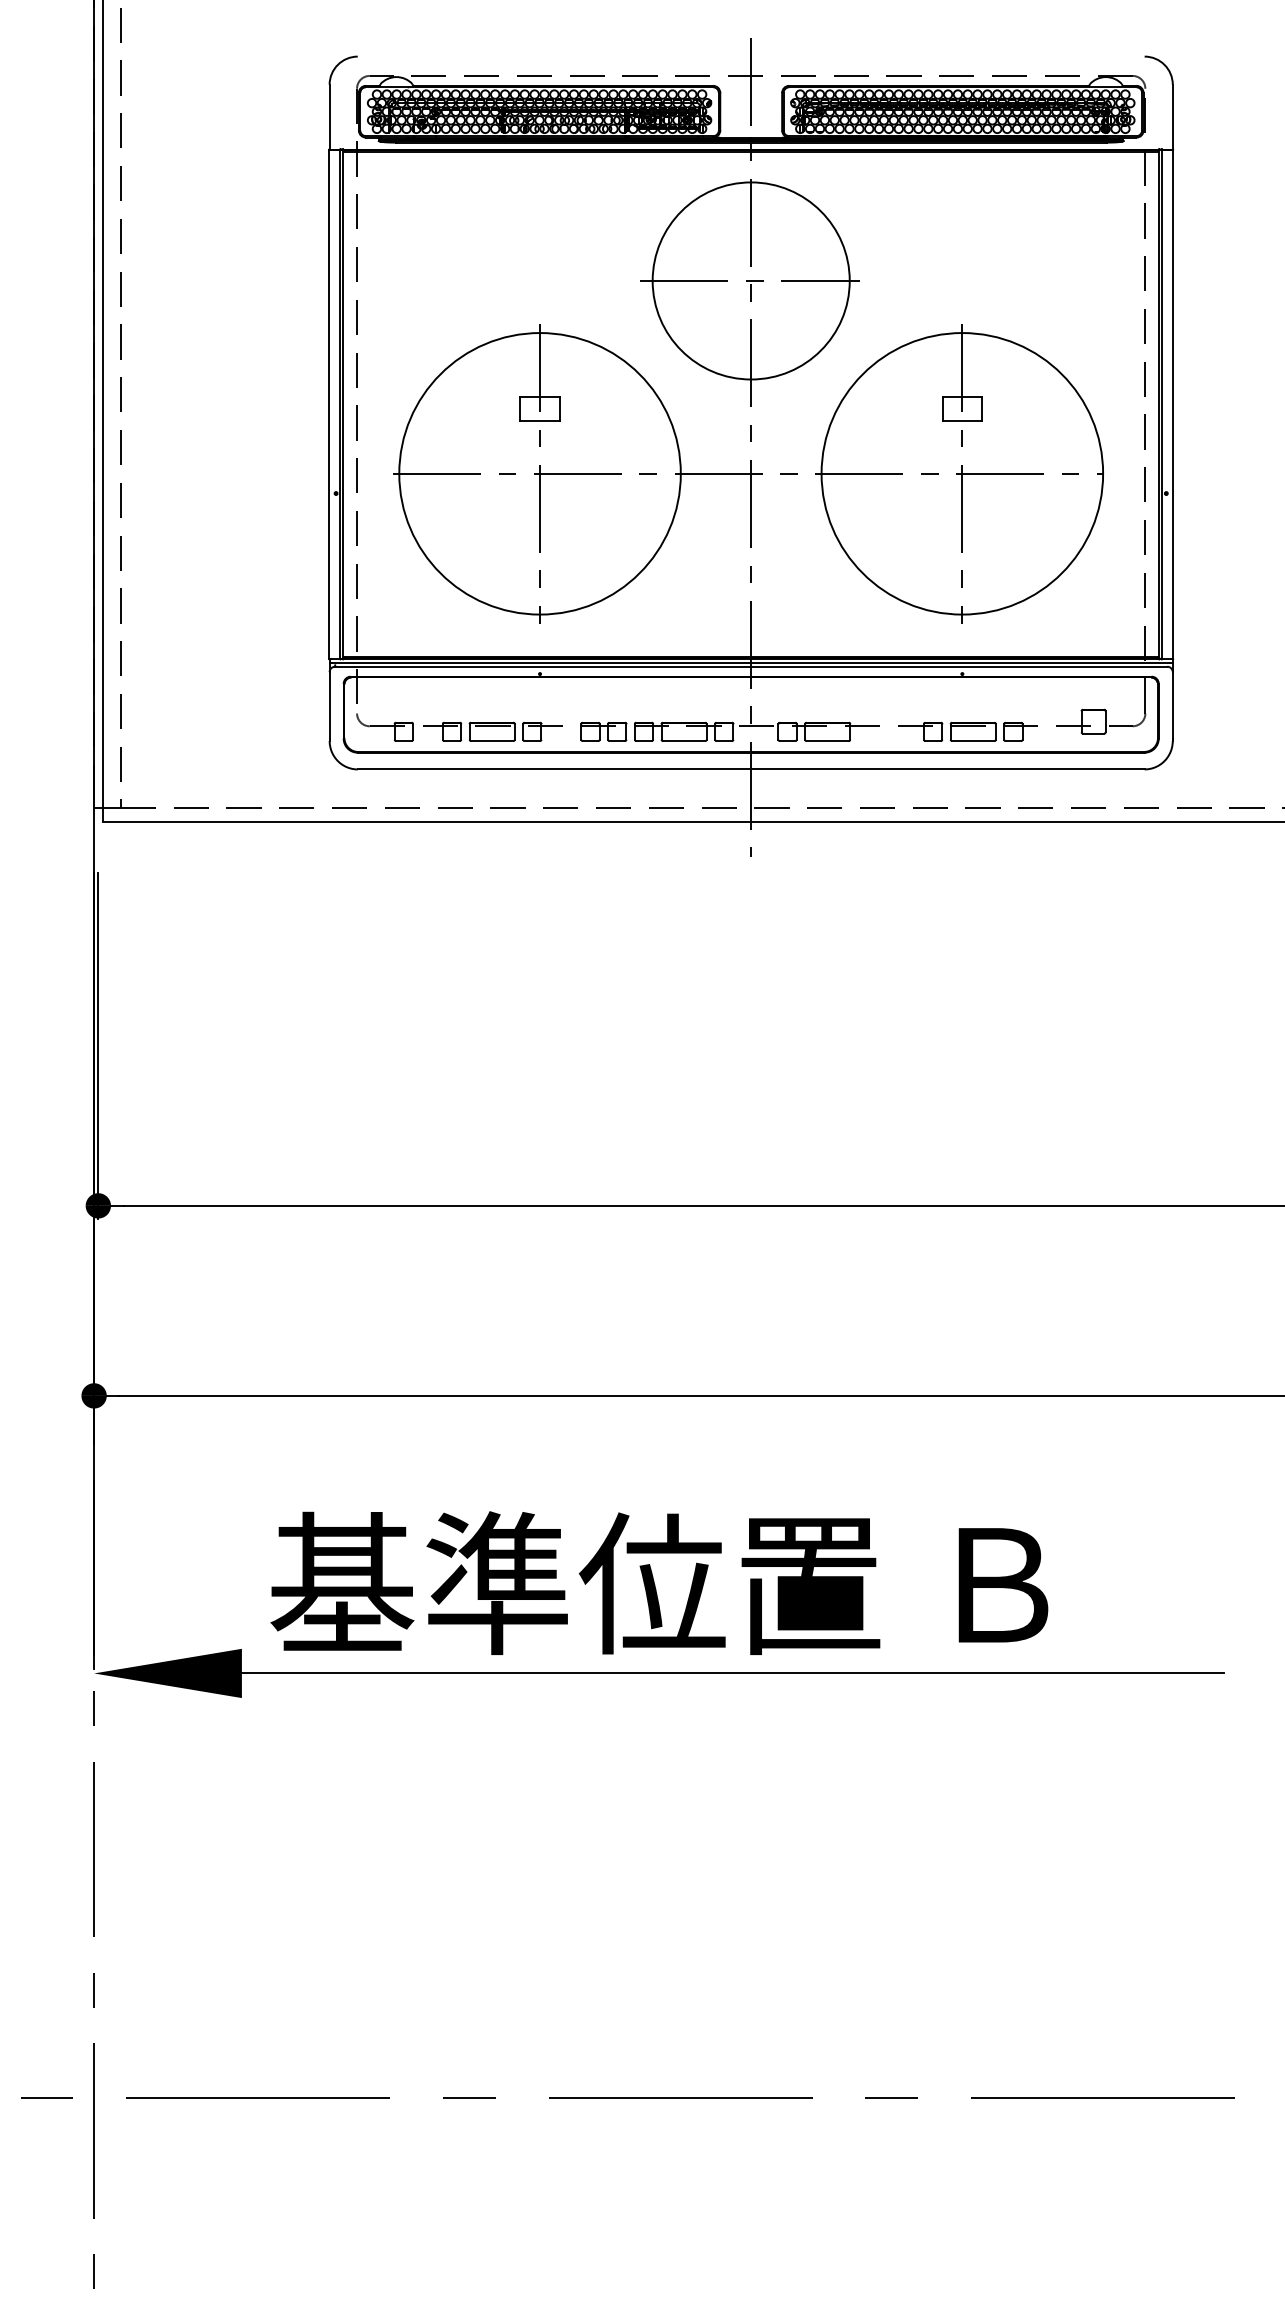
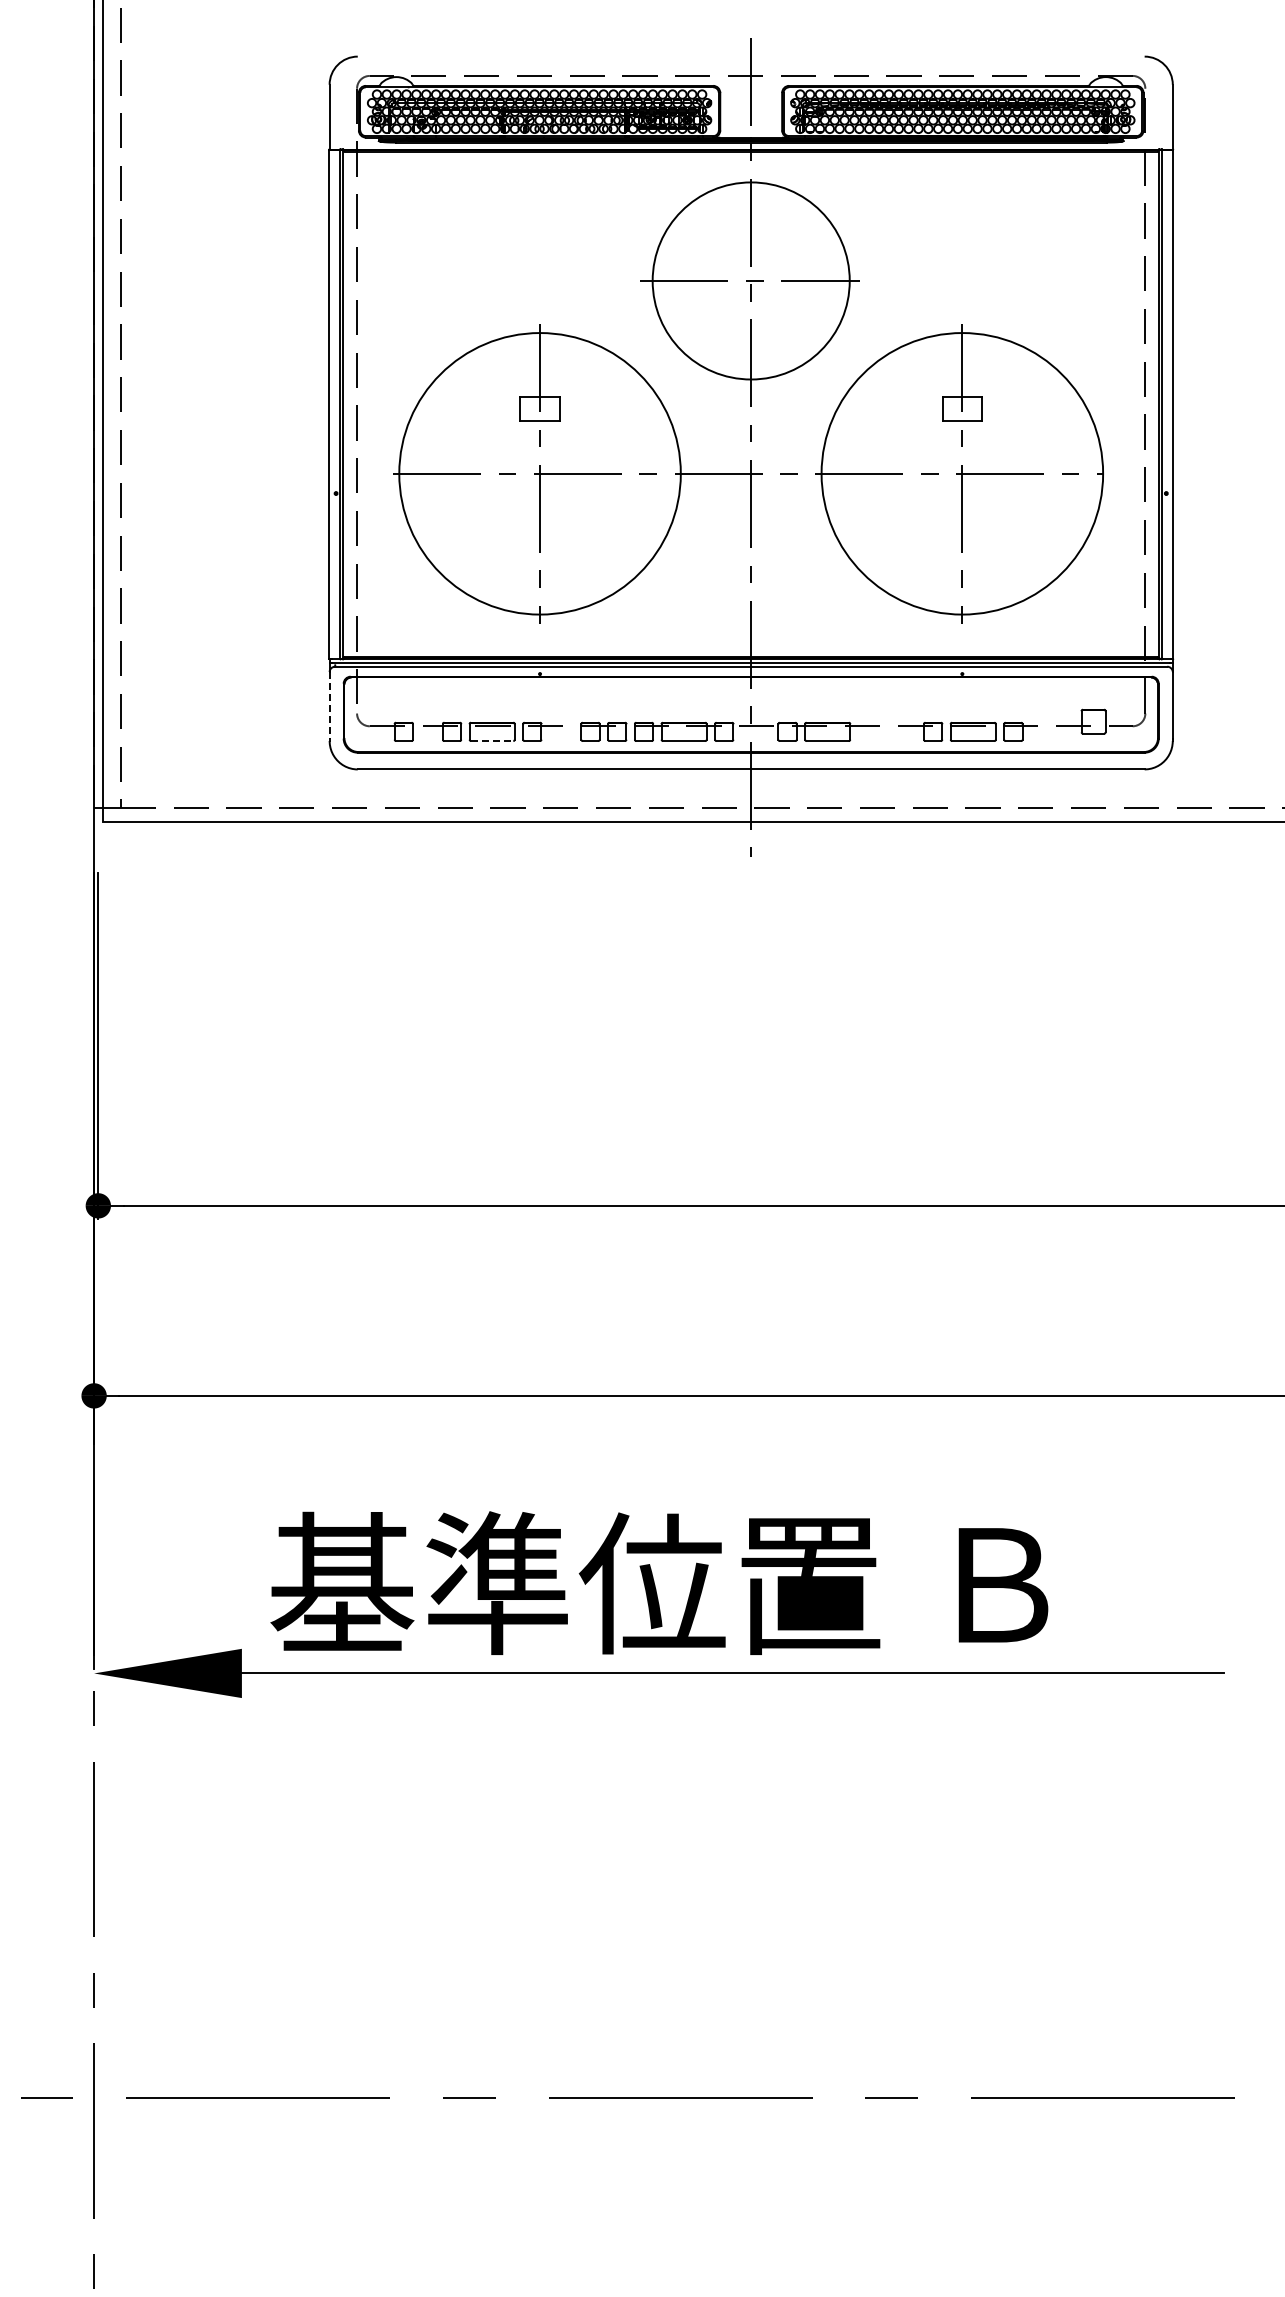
line at (329, 705): solid -> dashed
line at (492, 741): solid -> dashed
